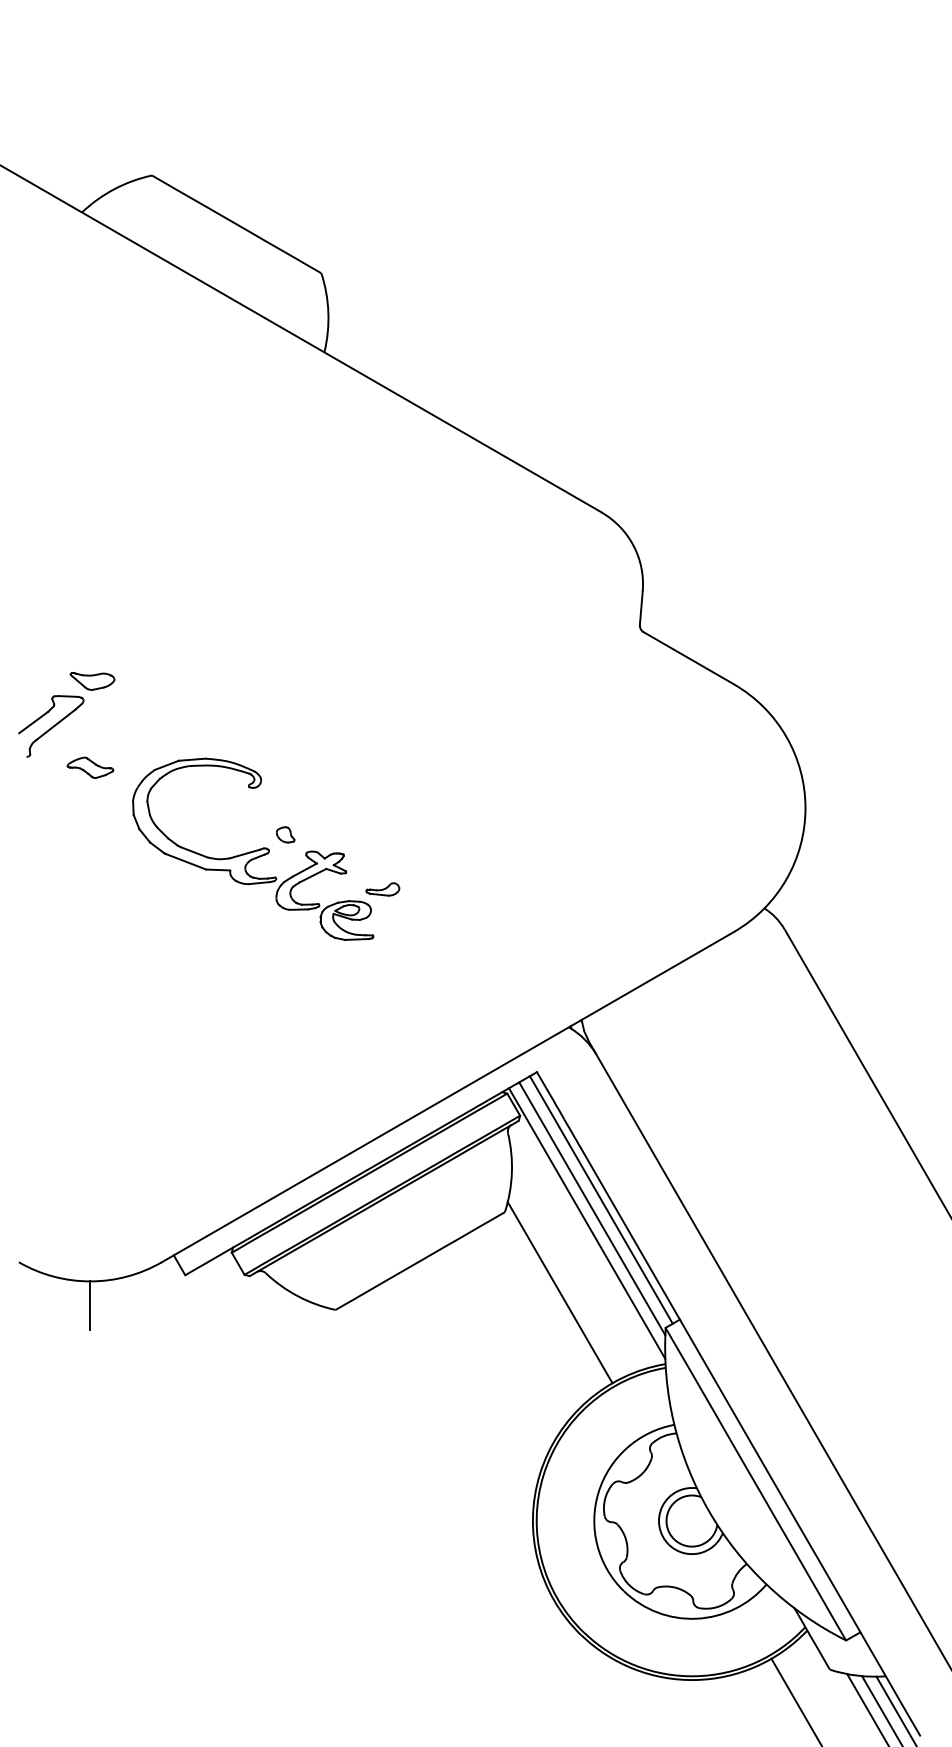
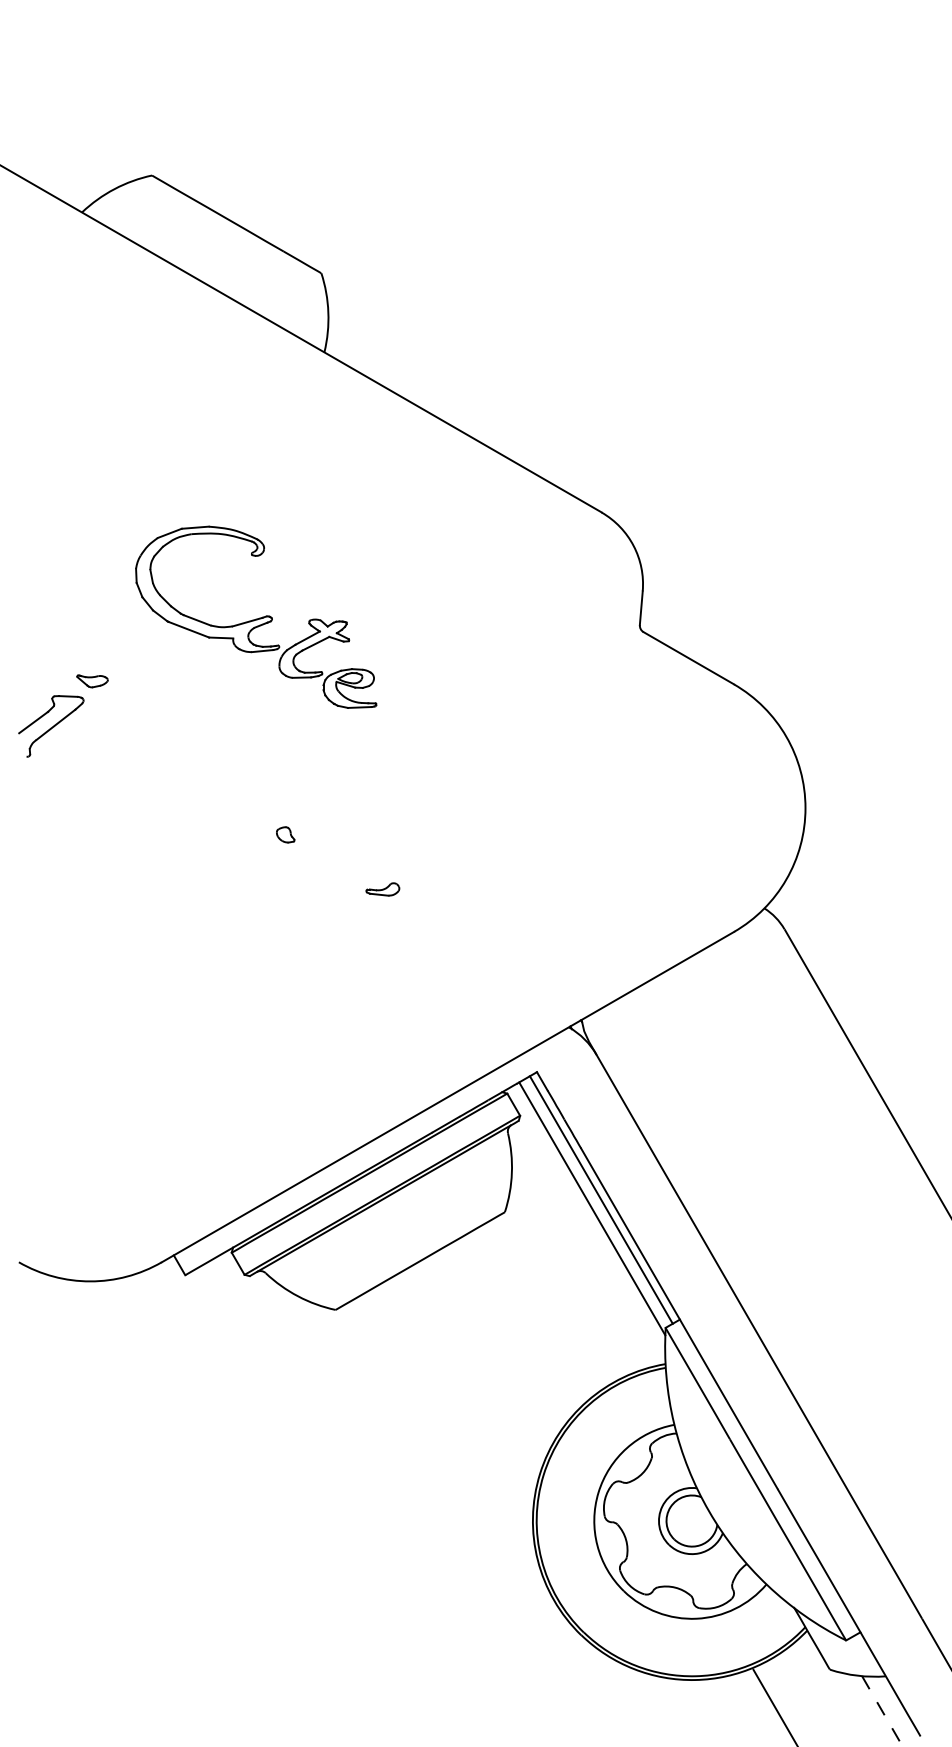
part at (92, 681) size: 47x19 px -> 33x15 px
part at (90, 767): present -> none
part at (253, 848) position: (253, 848) -> (256, 616)
line at (587, 1223): present -> none
line at (559, 1292): present -> none
line at (90, 1305): present -> none
line at (795, 1700) position: (795, 1700) -> (774, 1706)
line at (867, 1708): present -> none
line at (895, 1709): present -> none
line at (882, 1711): solid -> dashed
